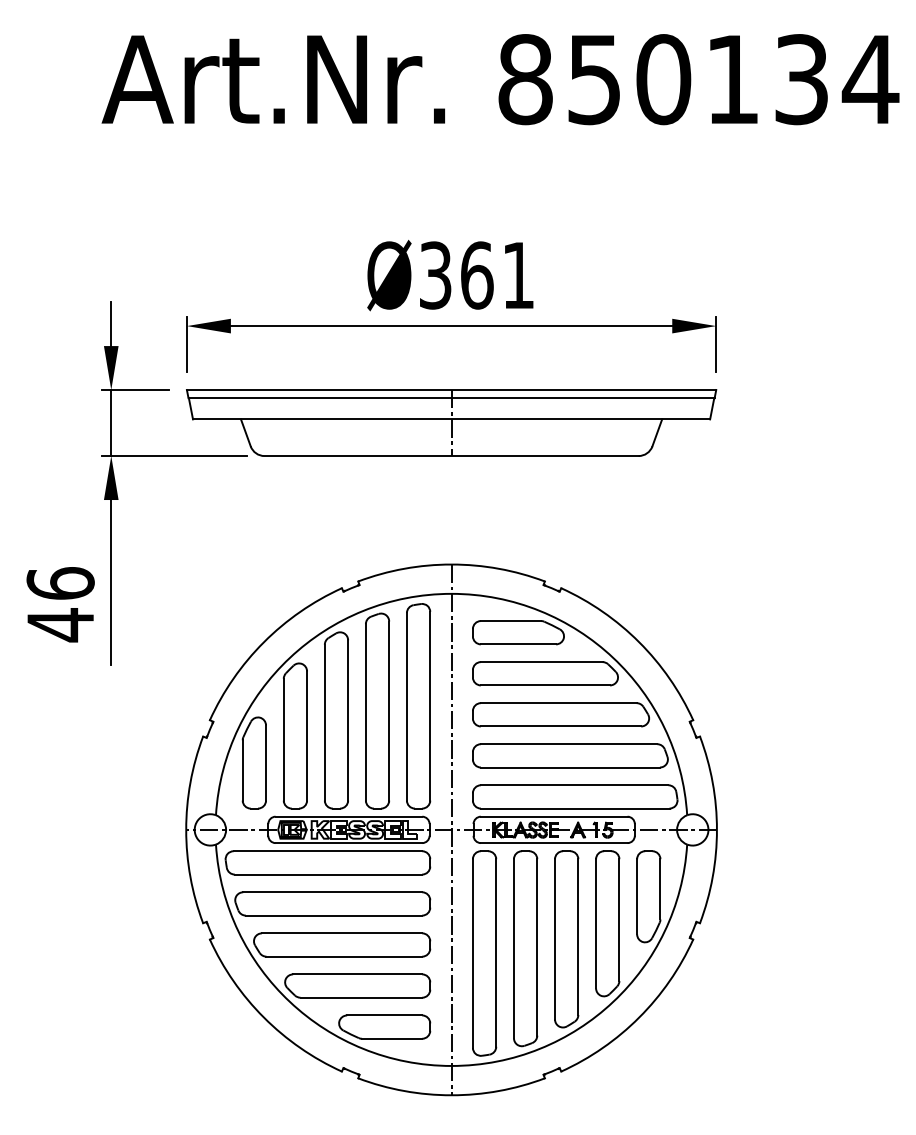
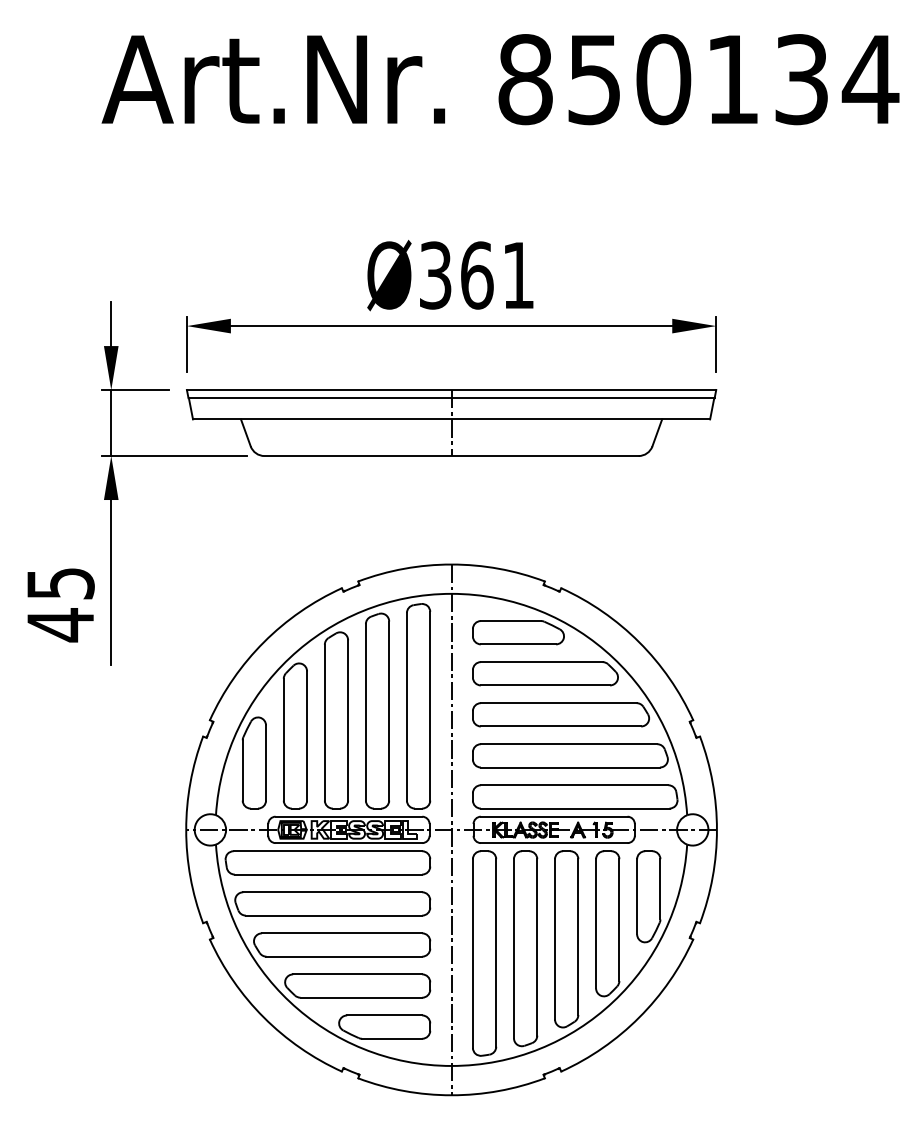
text at (60, 583): 46 -> 45
